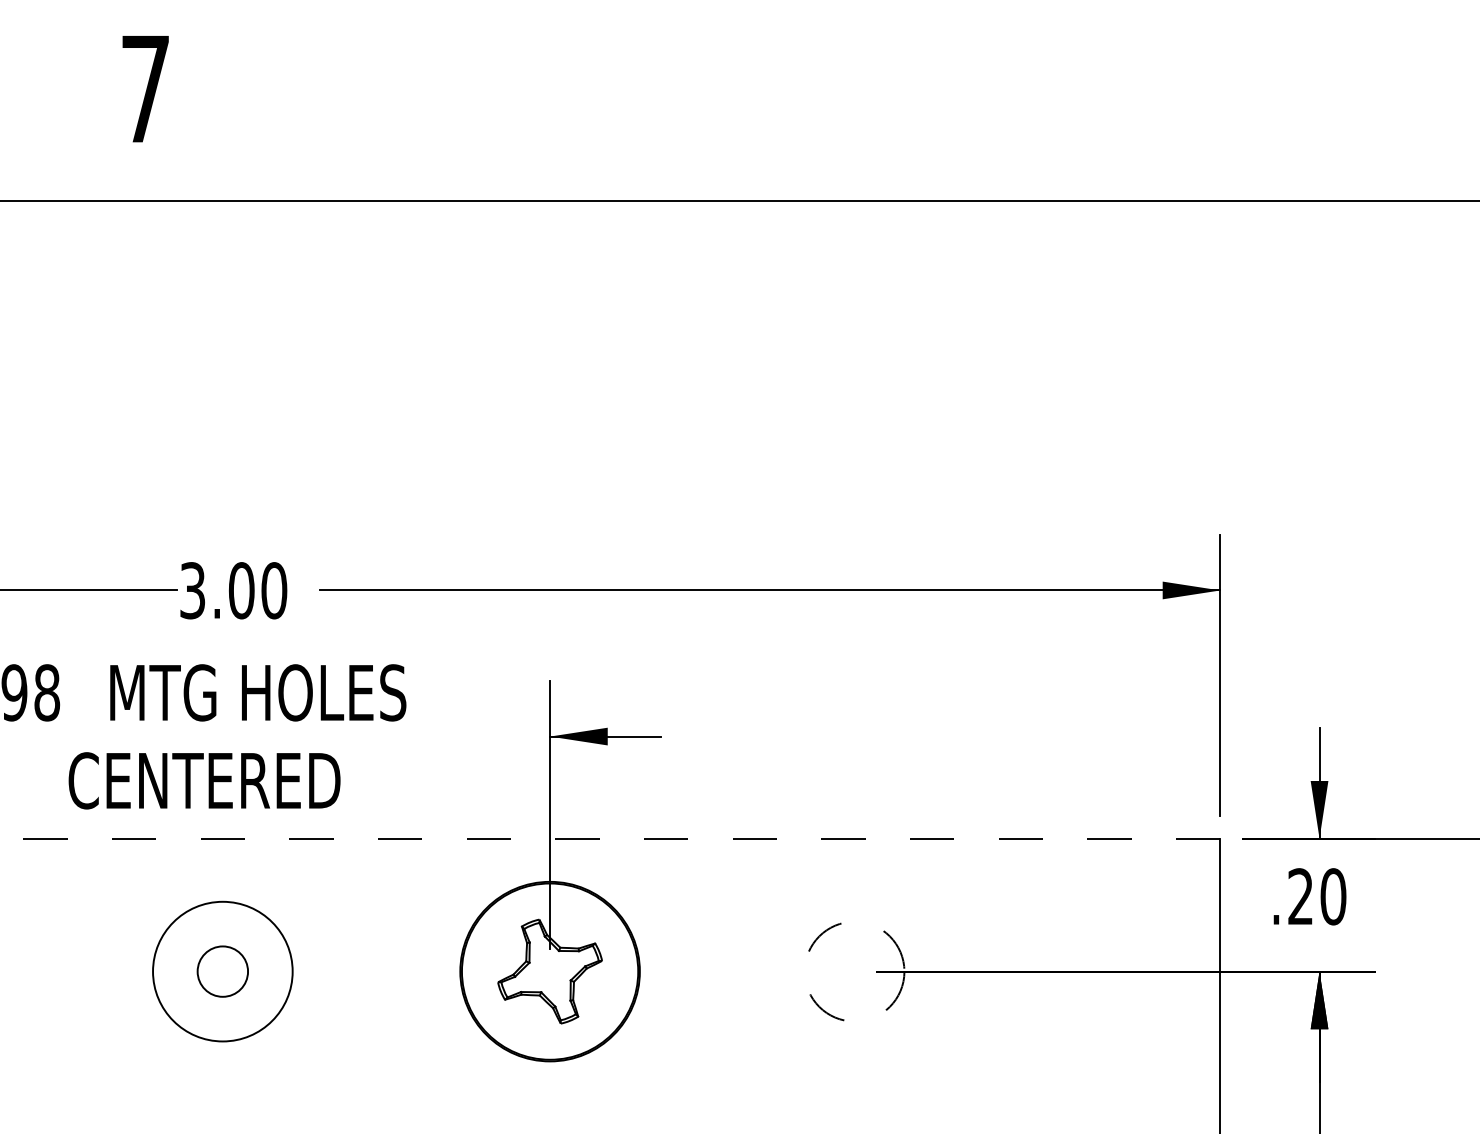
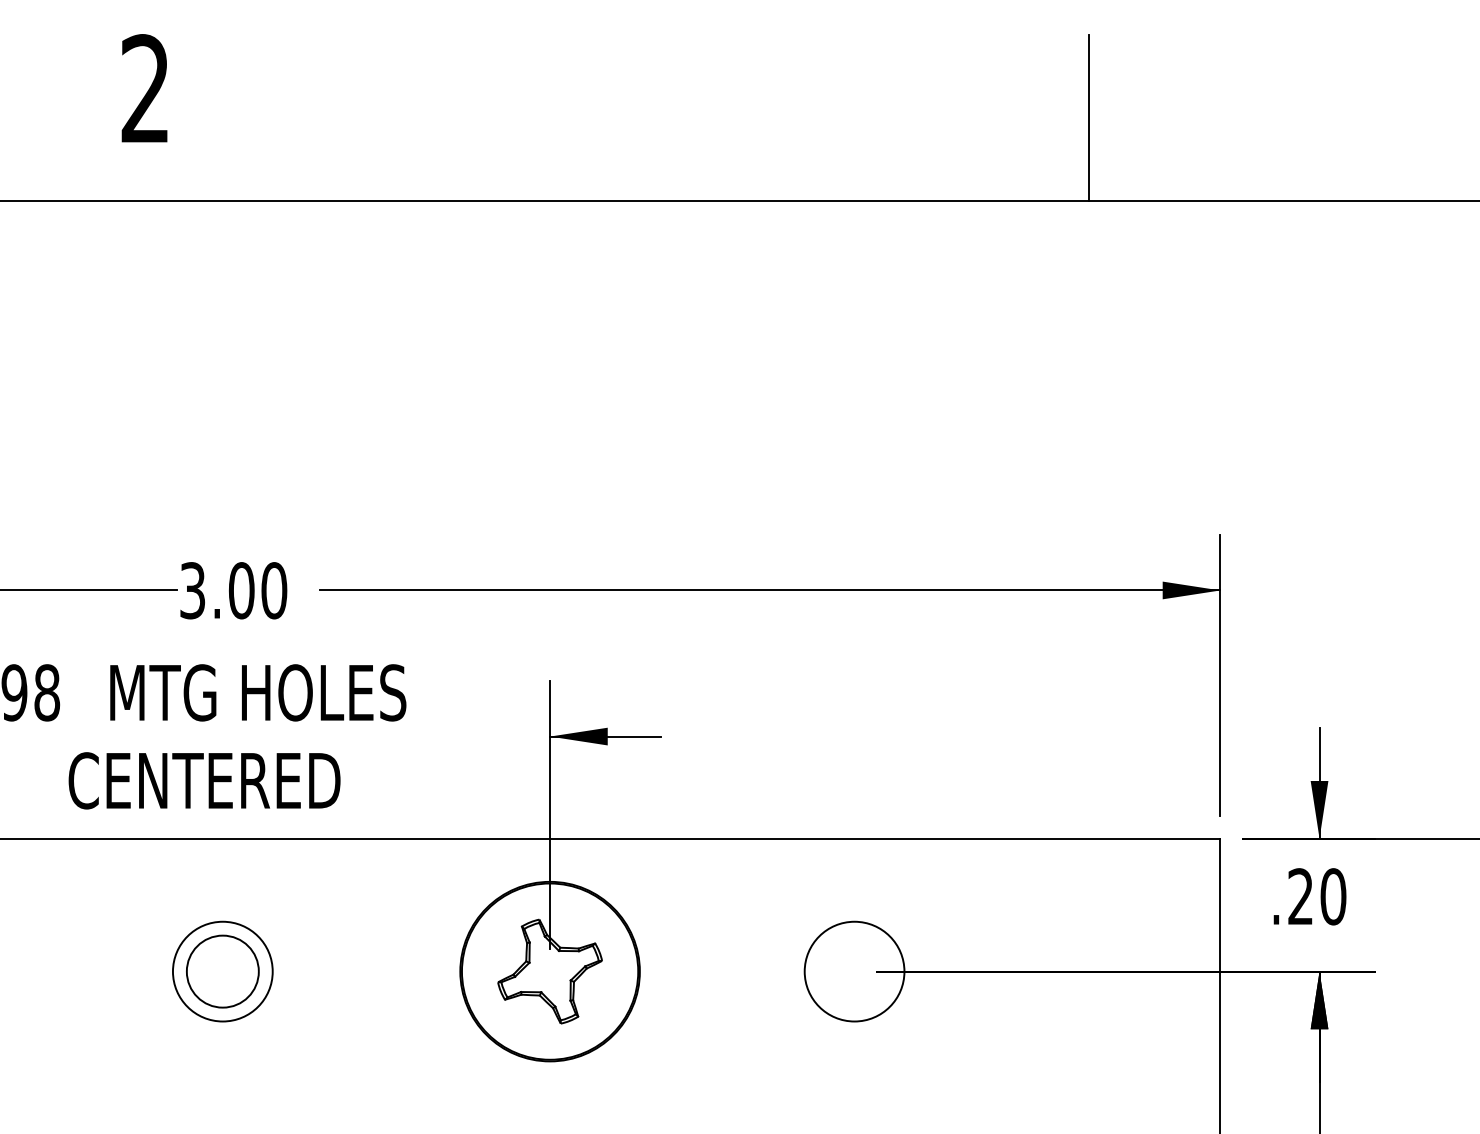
text at (144, 88): 7 -> 2
line at (1089, 117): none -> present
line at (610, 838): dashed -> solid
circle at (222, 971) diameter: 140 px -> 100 px
circle at (222, 971) diameter: 50 px -> 72 px
circle at (854, 971): dashed -> solid
